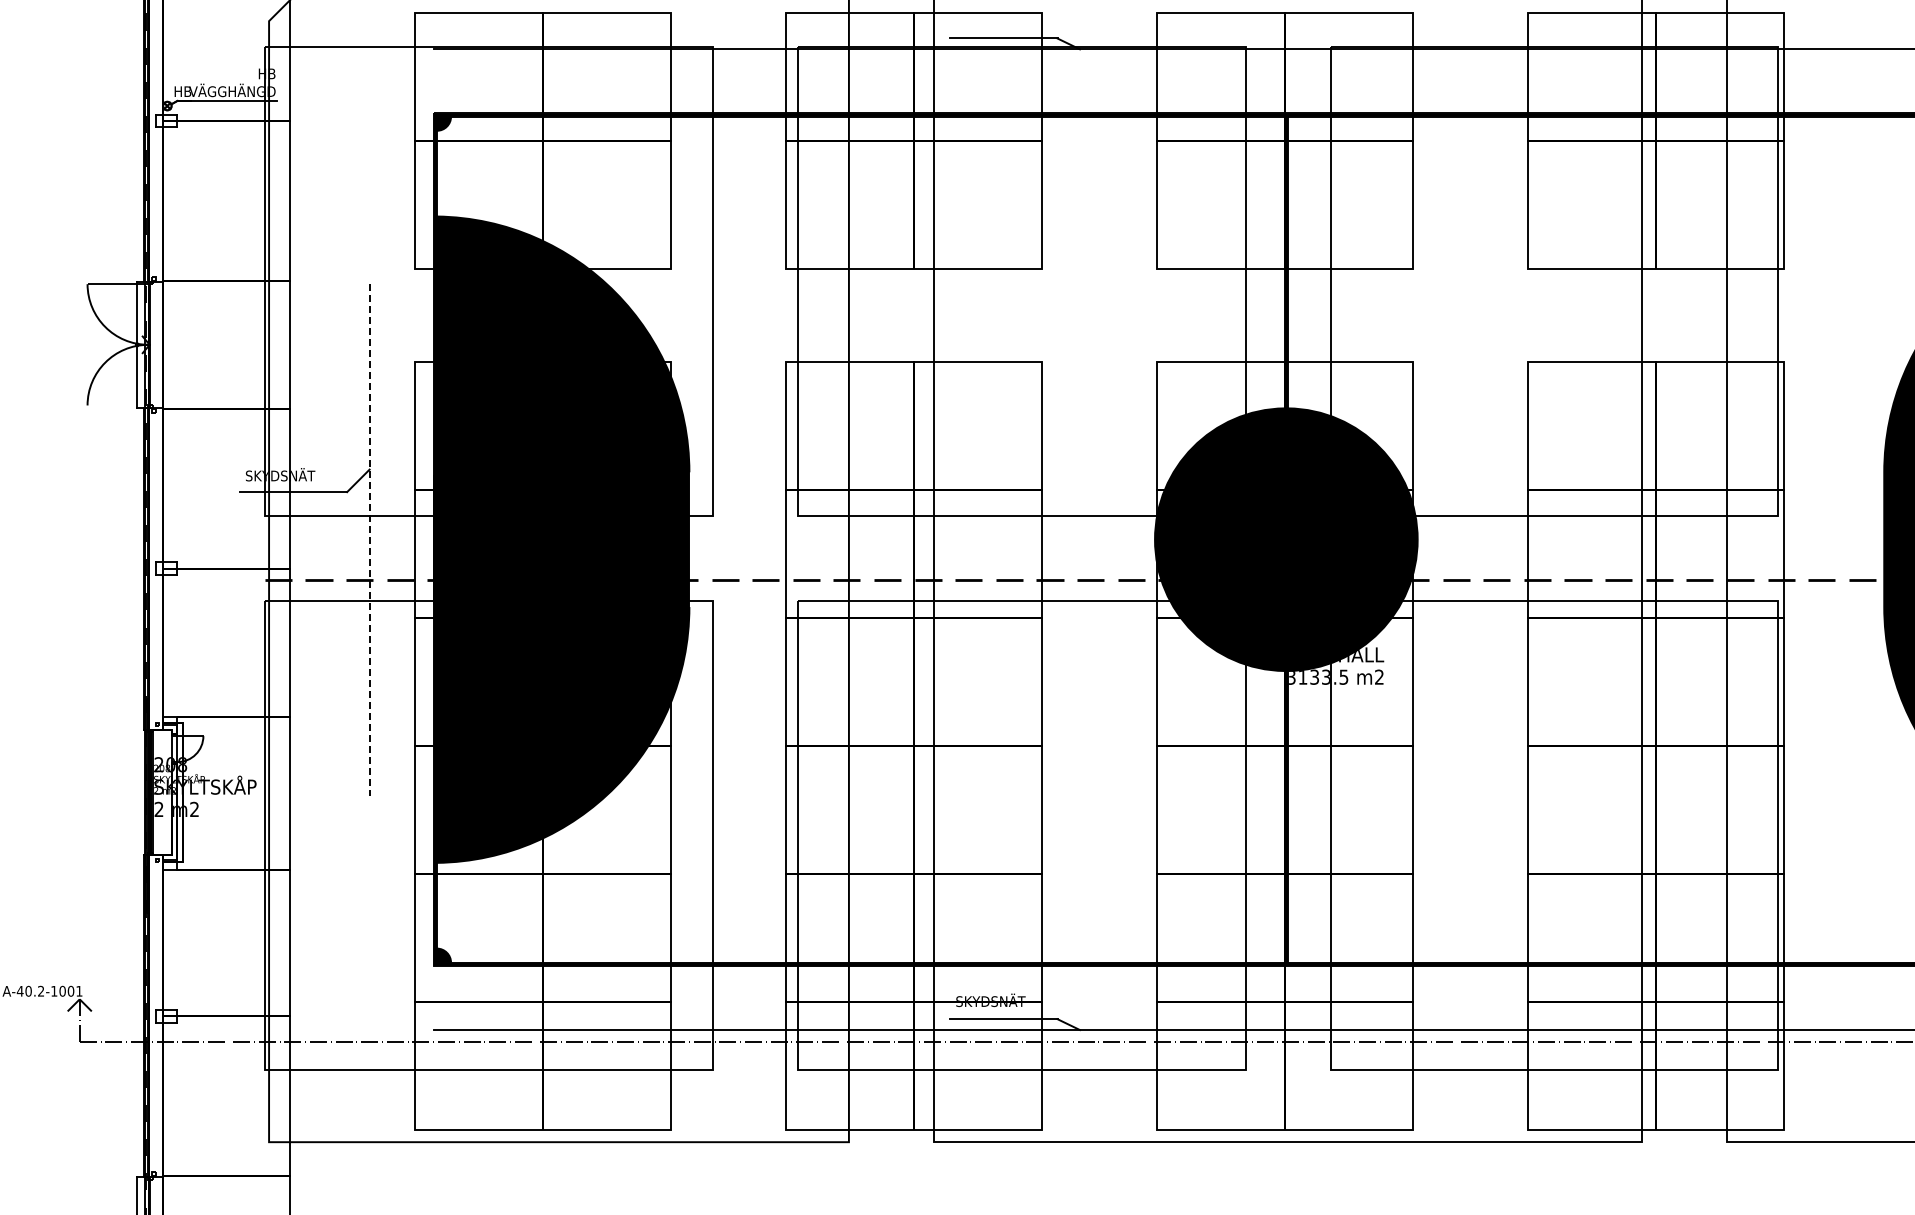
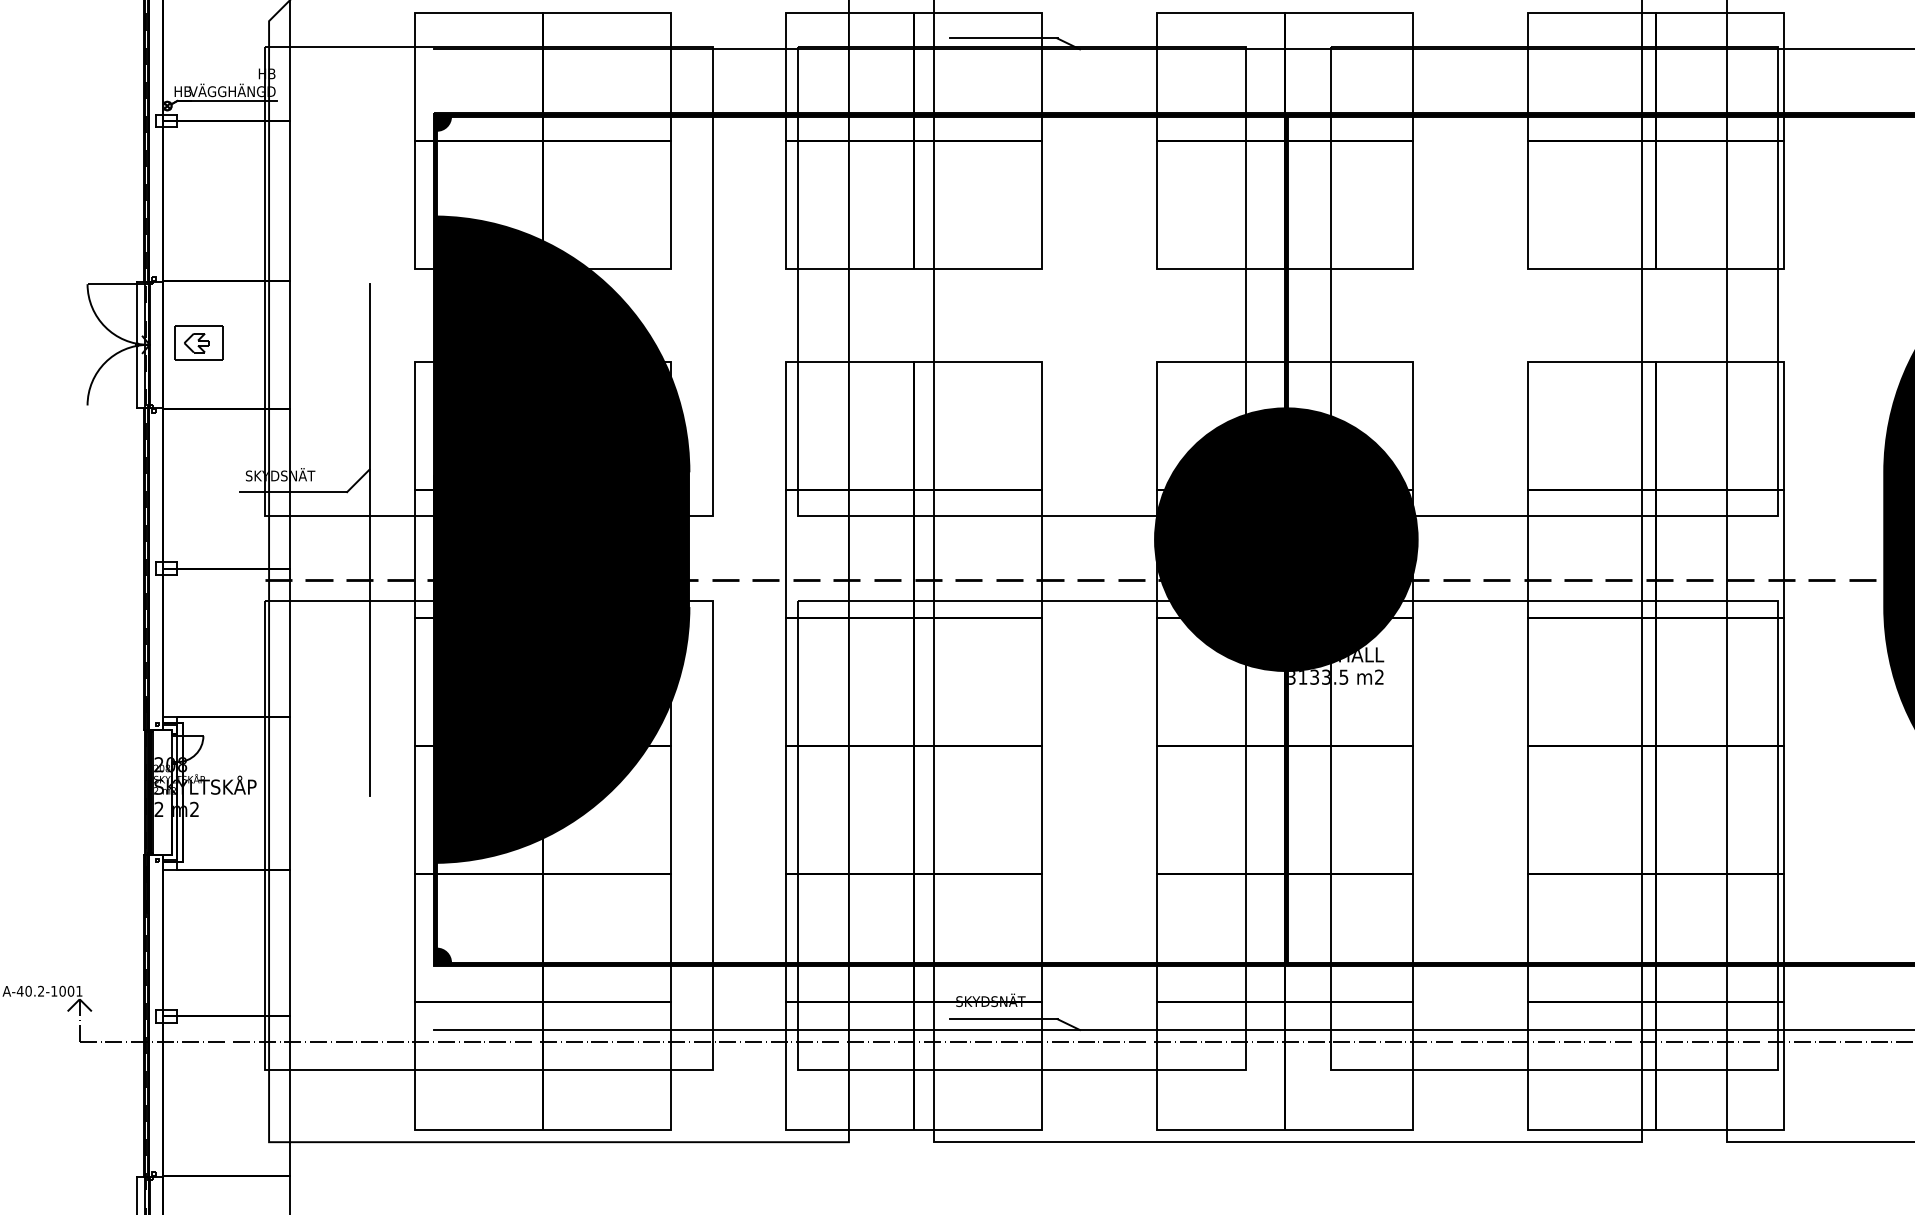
part at (198, 342): none -> present
line at (369, 539): dashed -> solid
